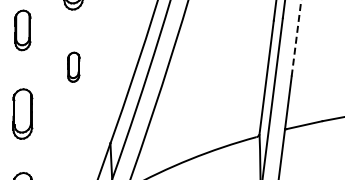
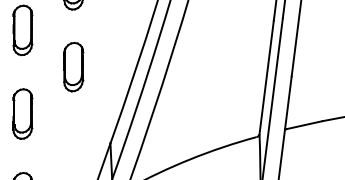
part at (22, 30) size: 18x43 px -> 22x53 px
line at (296, 38): dashed -> solid
part at (73, 66) size: 14x32 px -> 22x51 px
